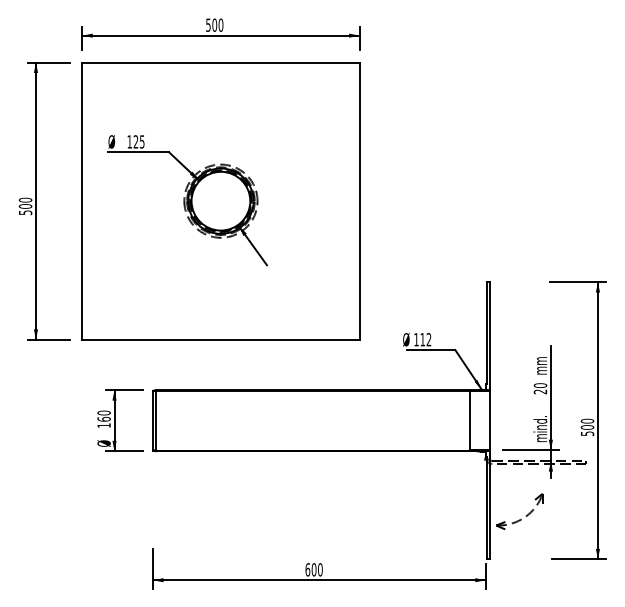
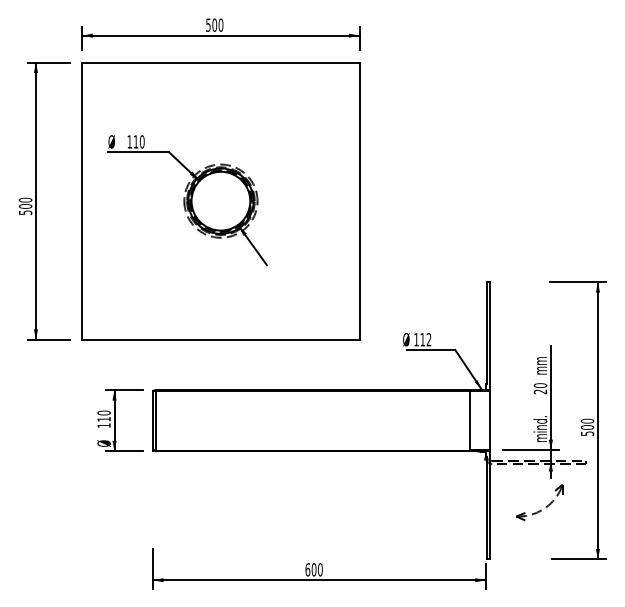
text at (138, 141): 125 -> 110
text at (103, 418): 160 -> 110
part at (520, 518) position: (520, 518) -> (540, 509)
